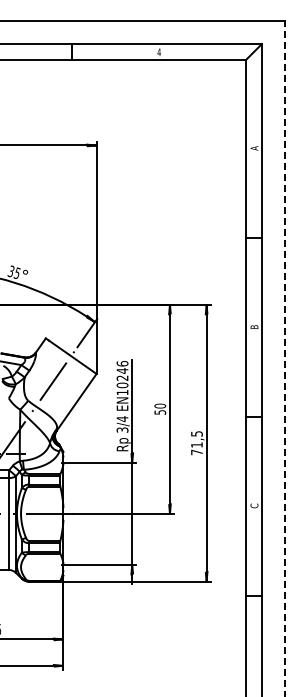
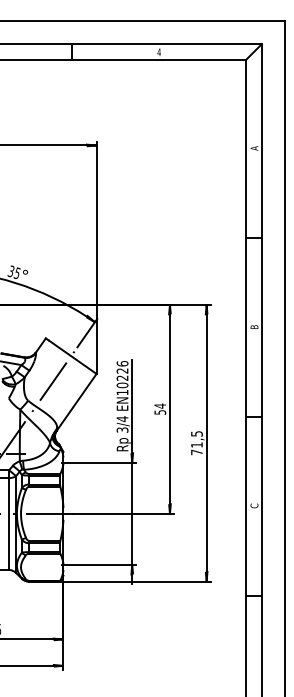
line at (285, 358): dashed -> solid
text at (122, 370): EN10246 -> EN10226
text at (160, 405): 50 -> 54
